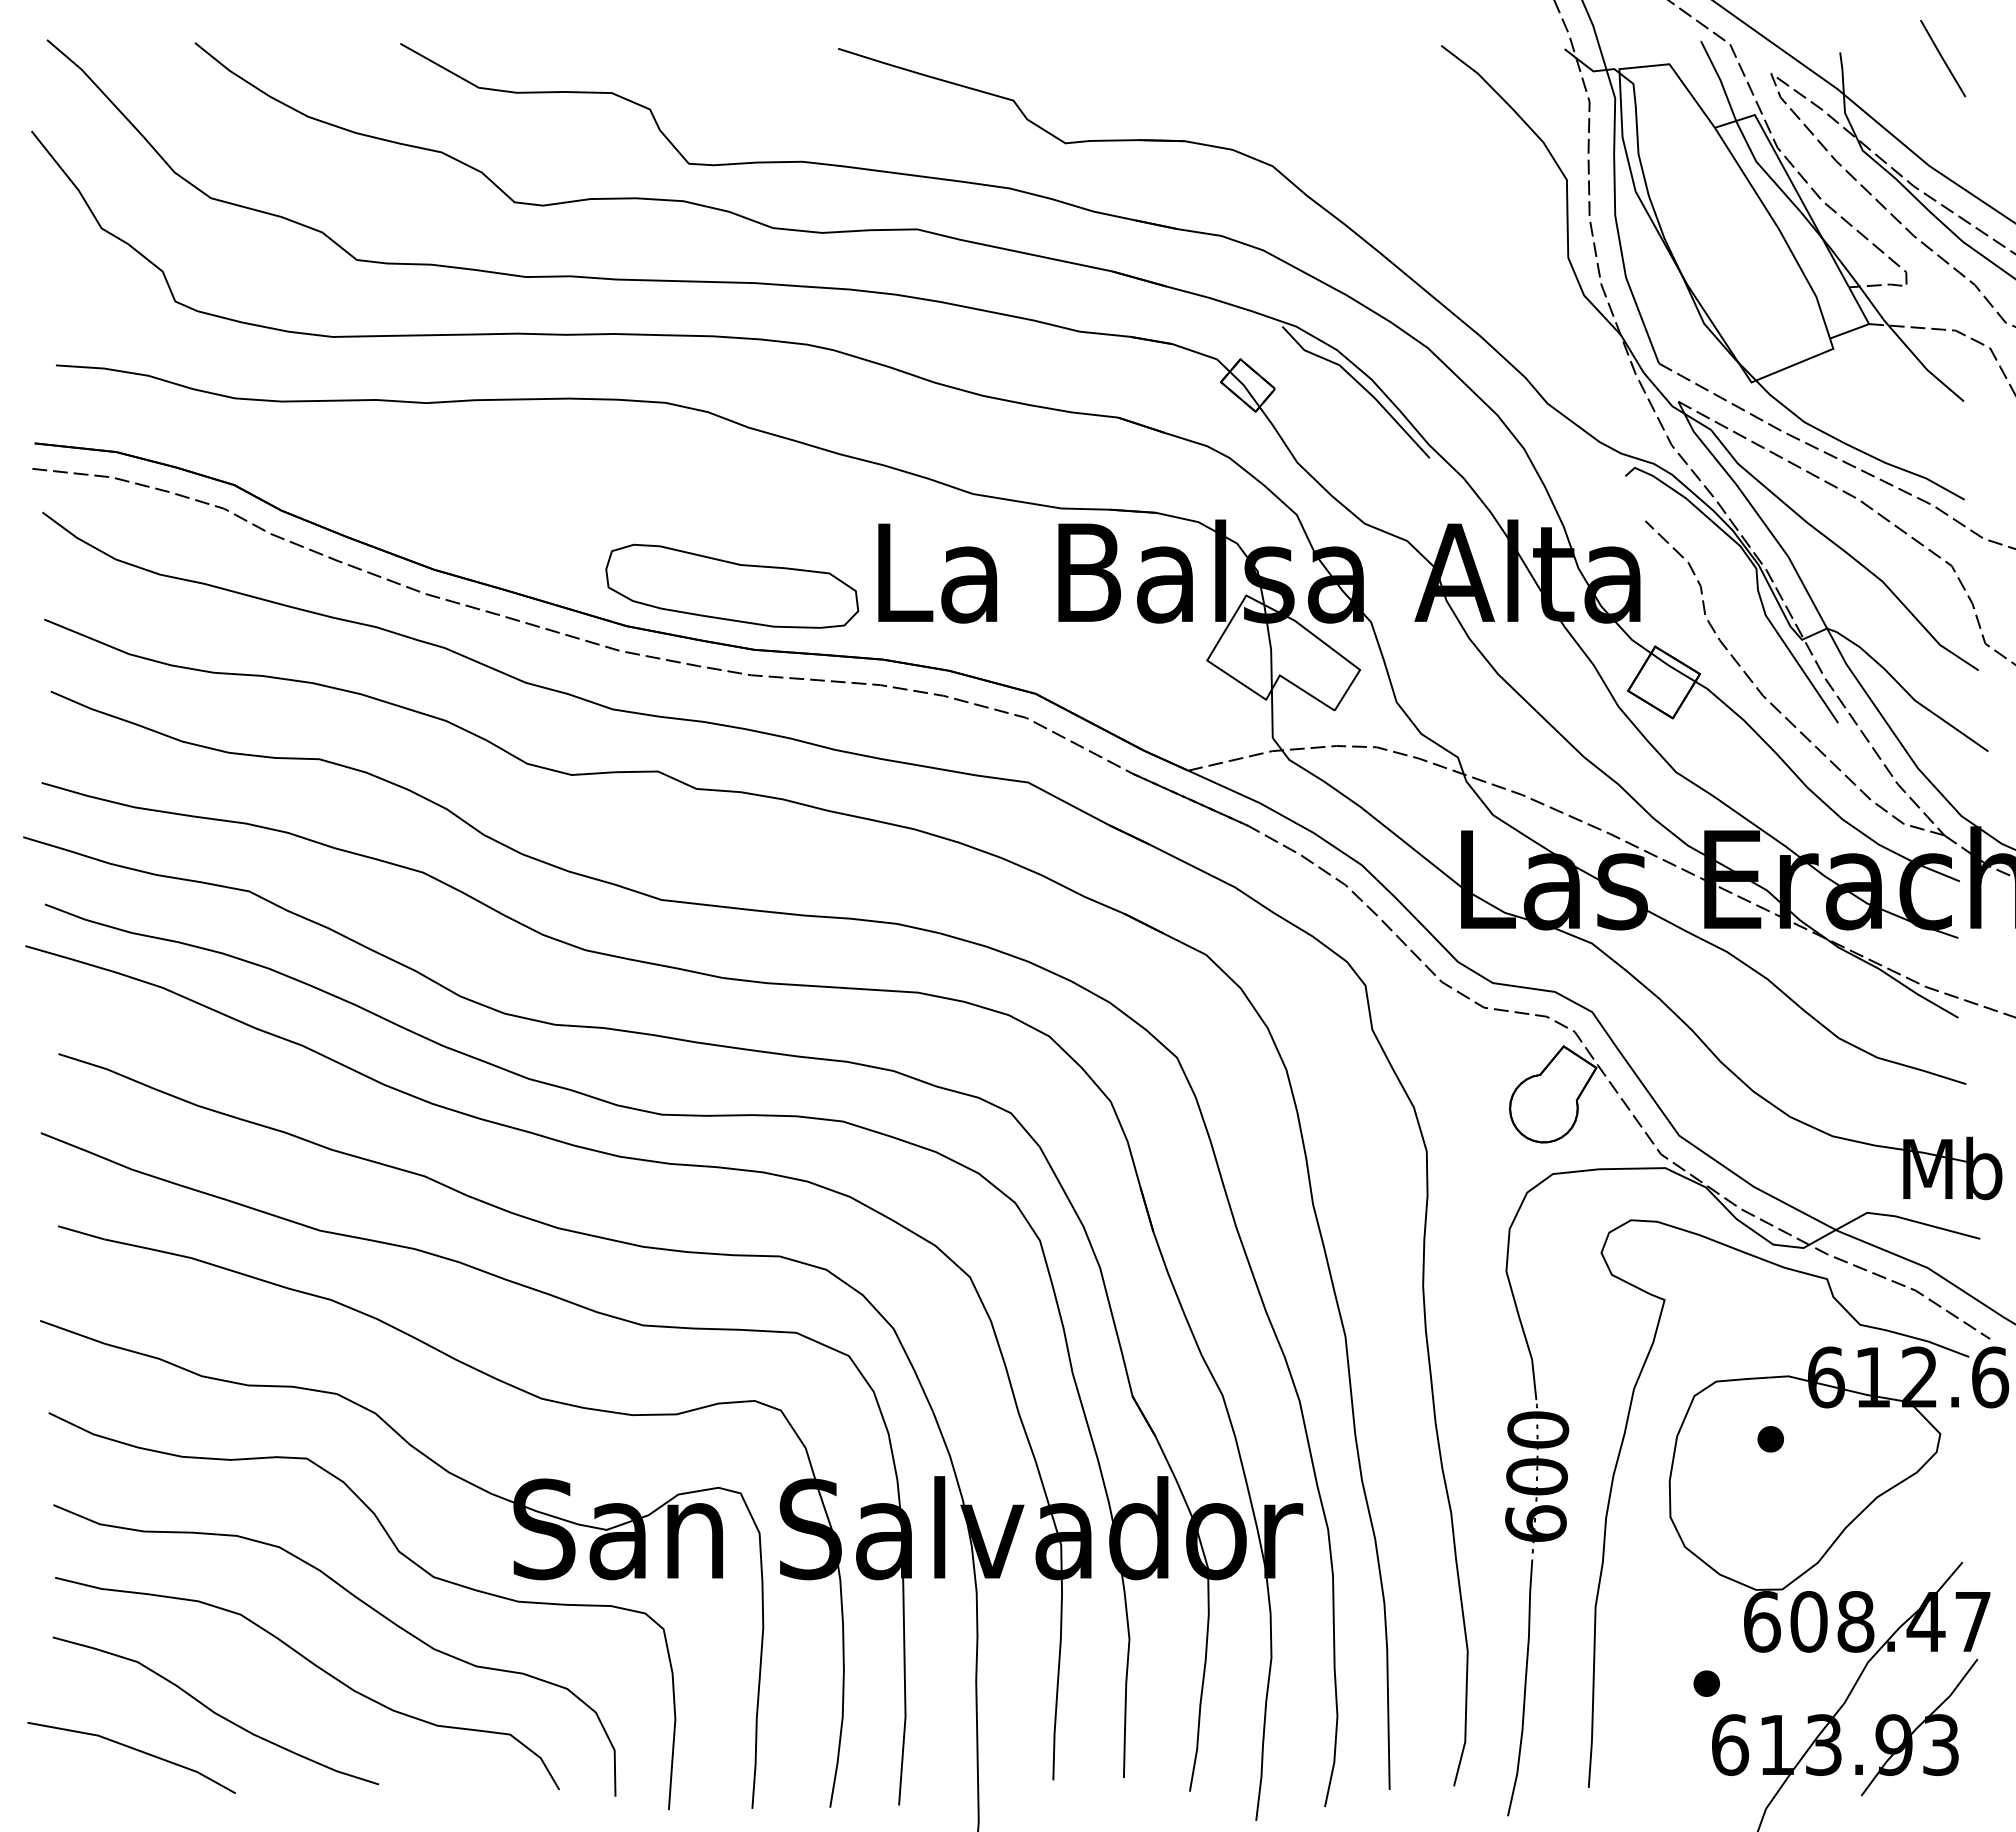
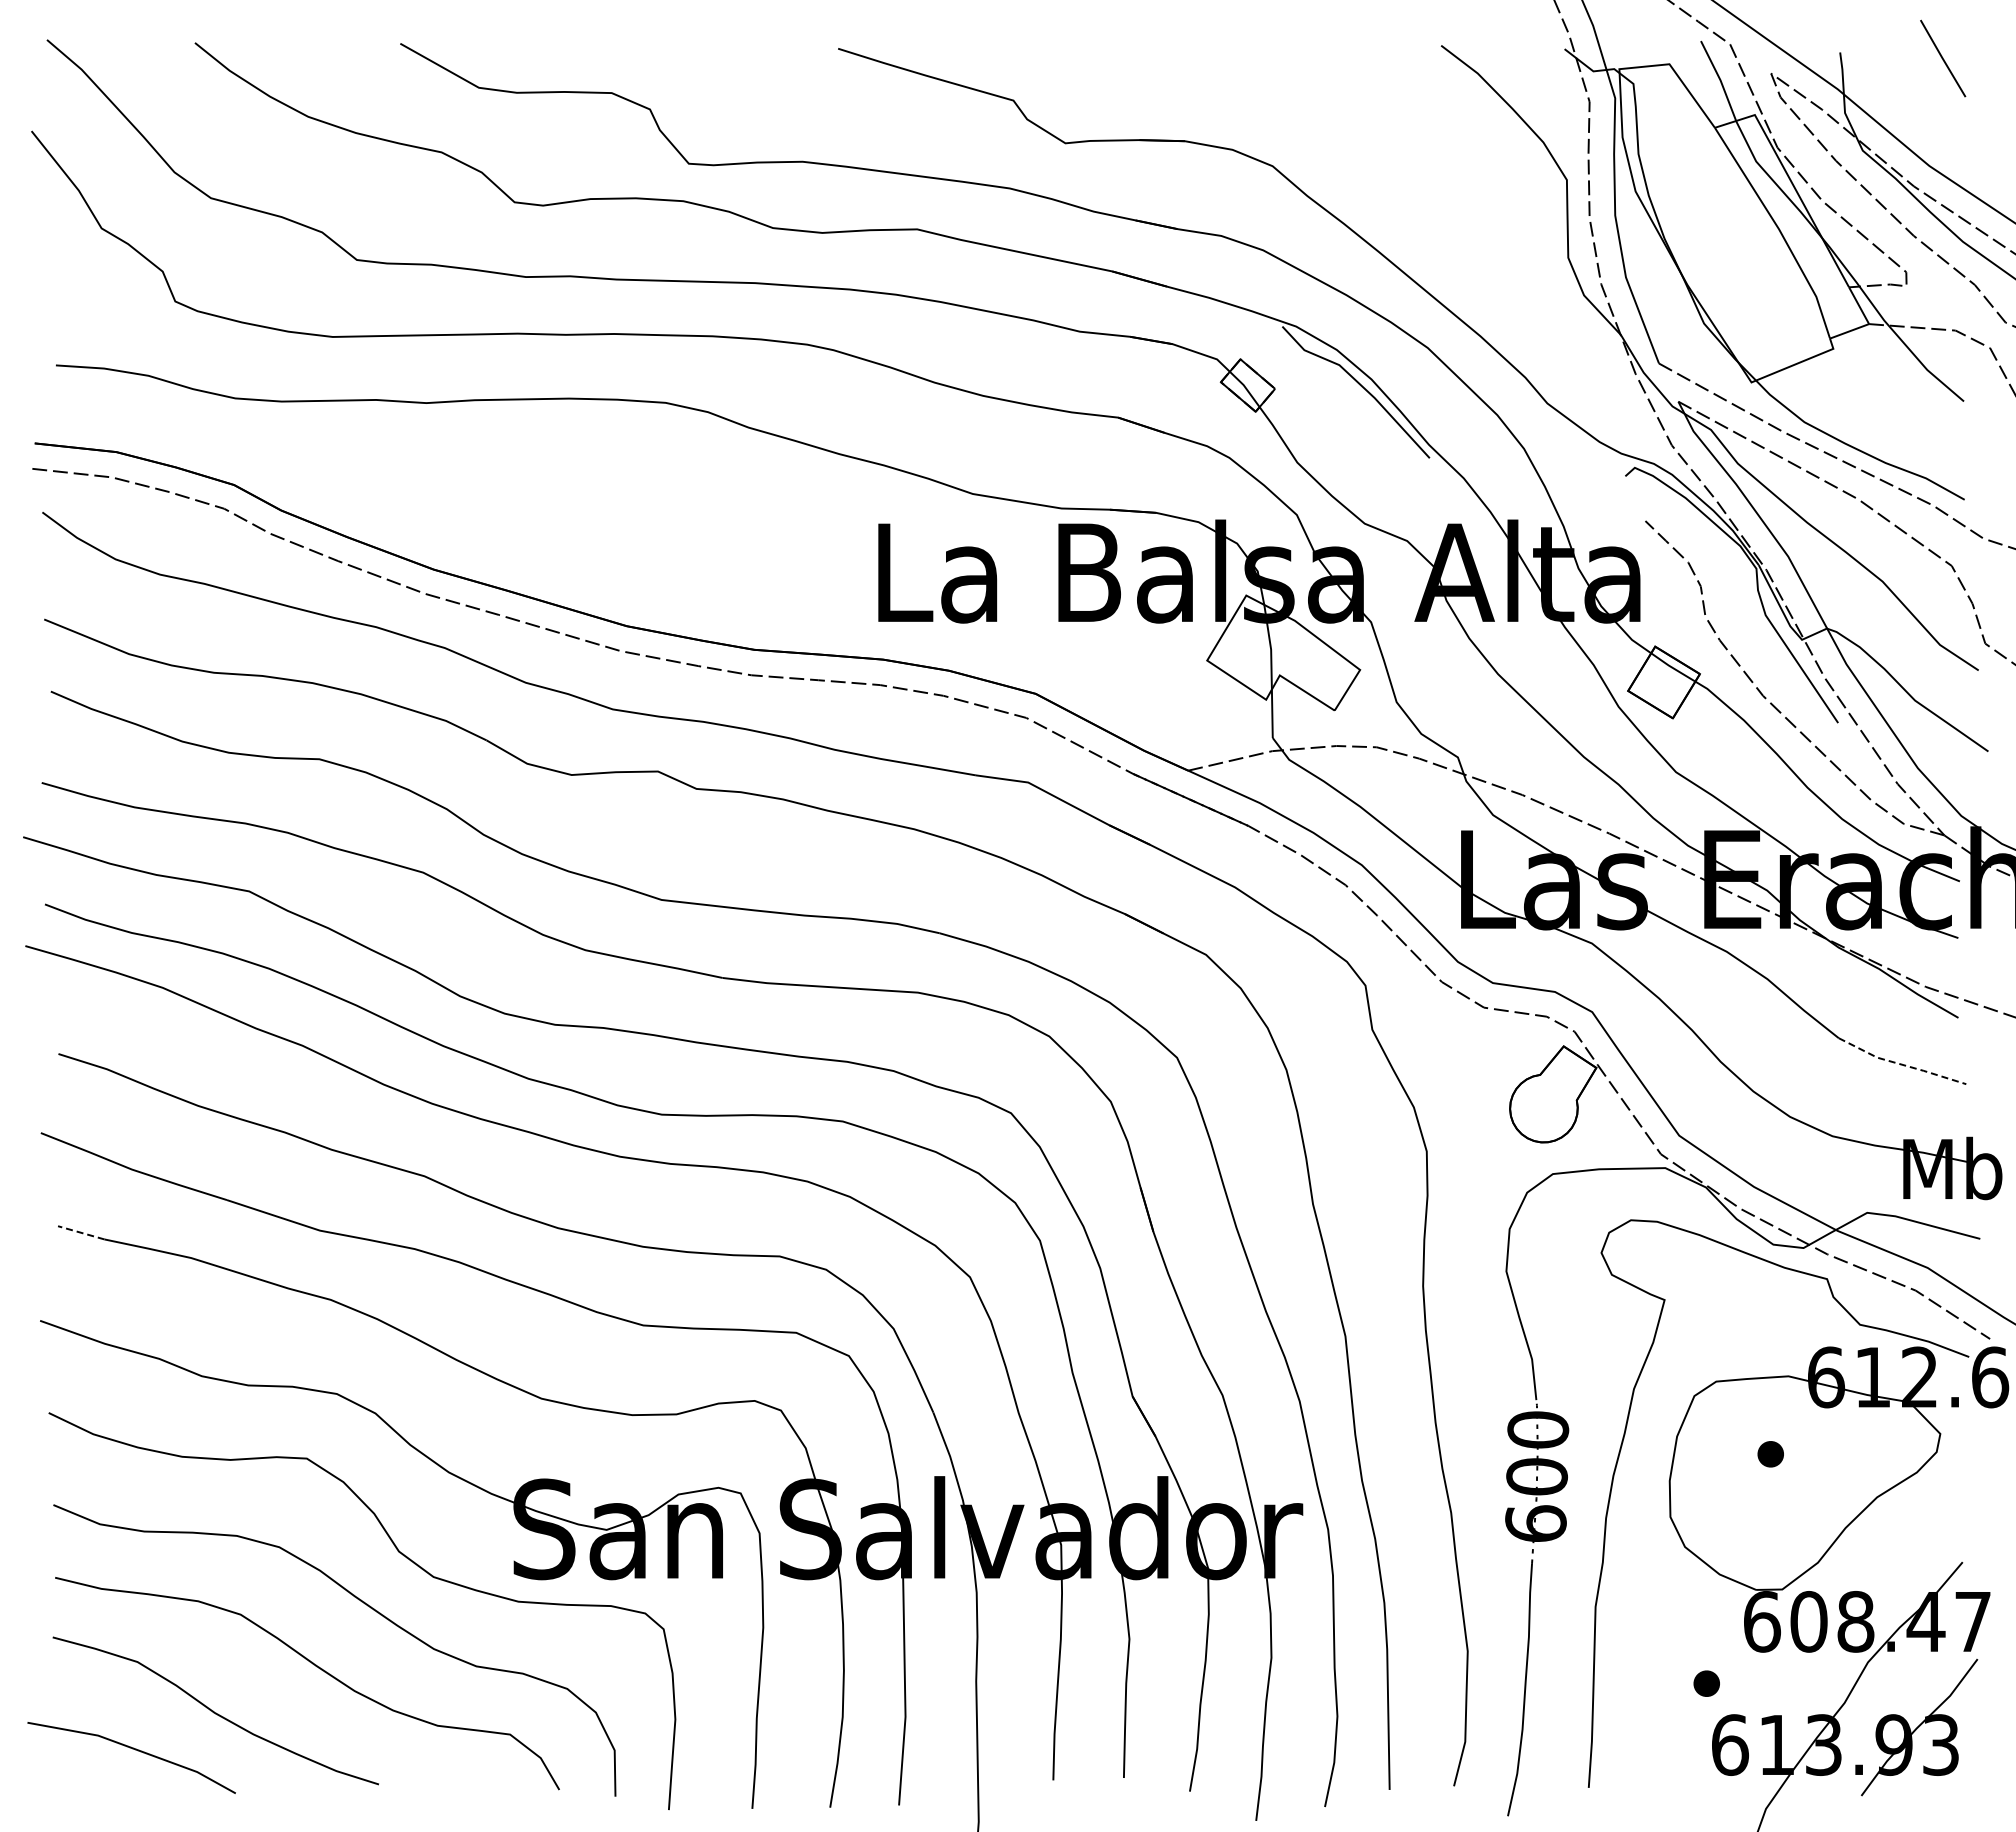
part at (732, 585): present -> none
line at (1901, 1064): solid -> dashed
line at (80, 1232): solid -> dashed
part at (1770, 1439) position: (1770, 1439) -> (1770, 1454)
